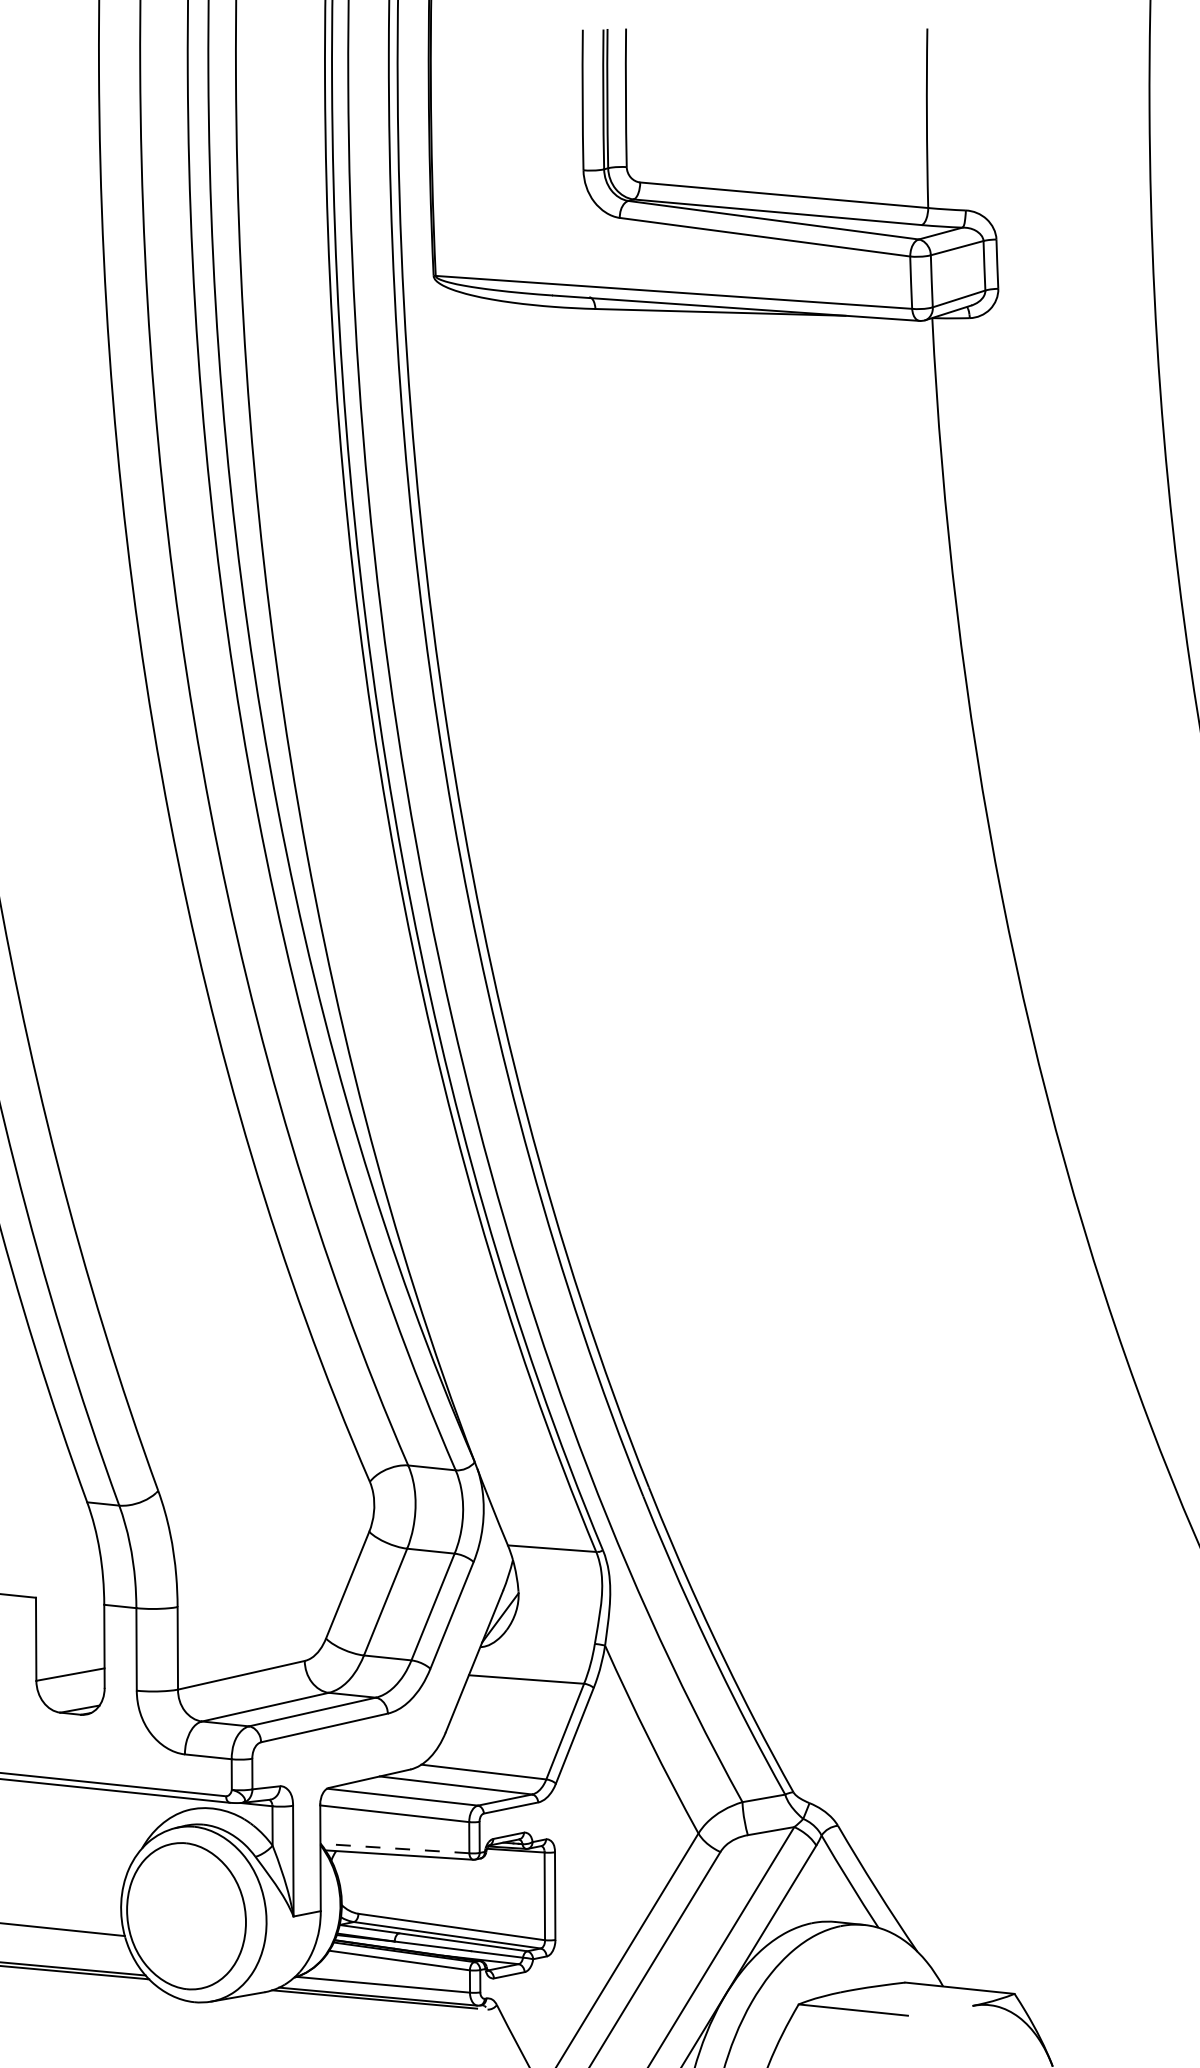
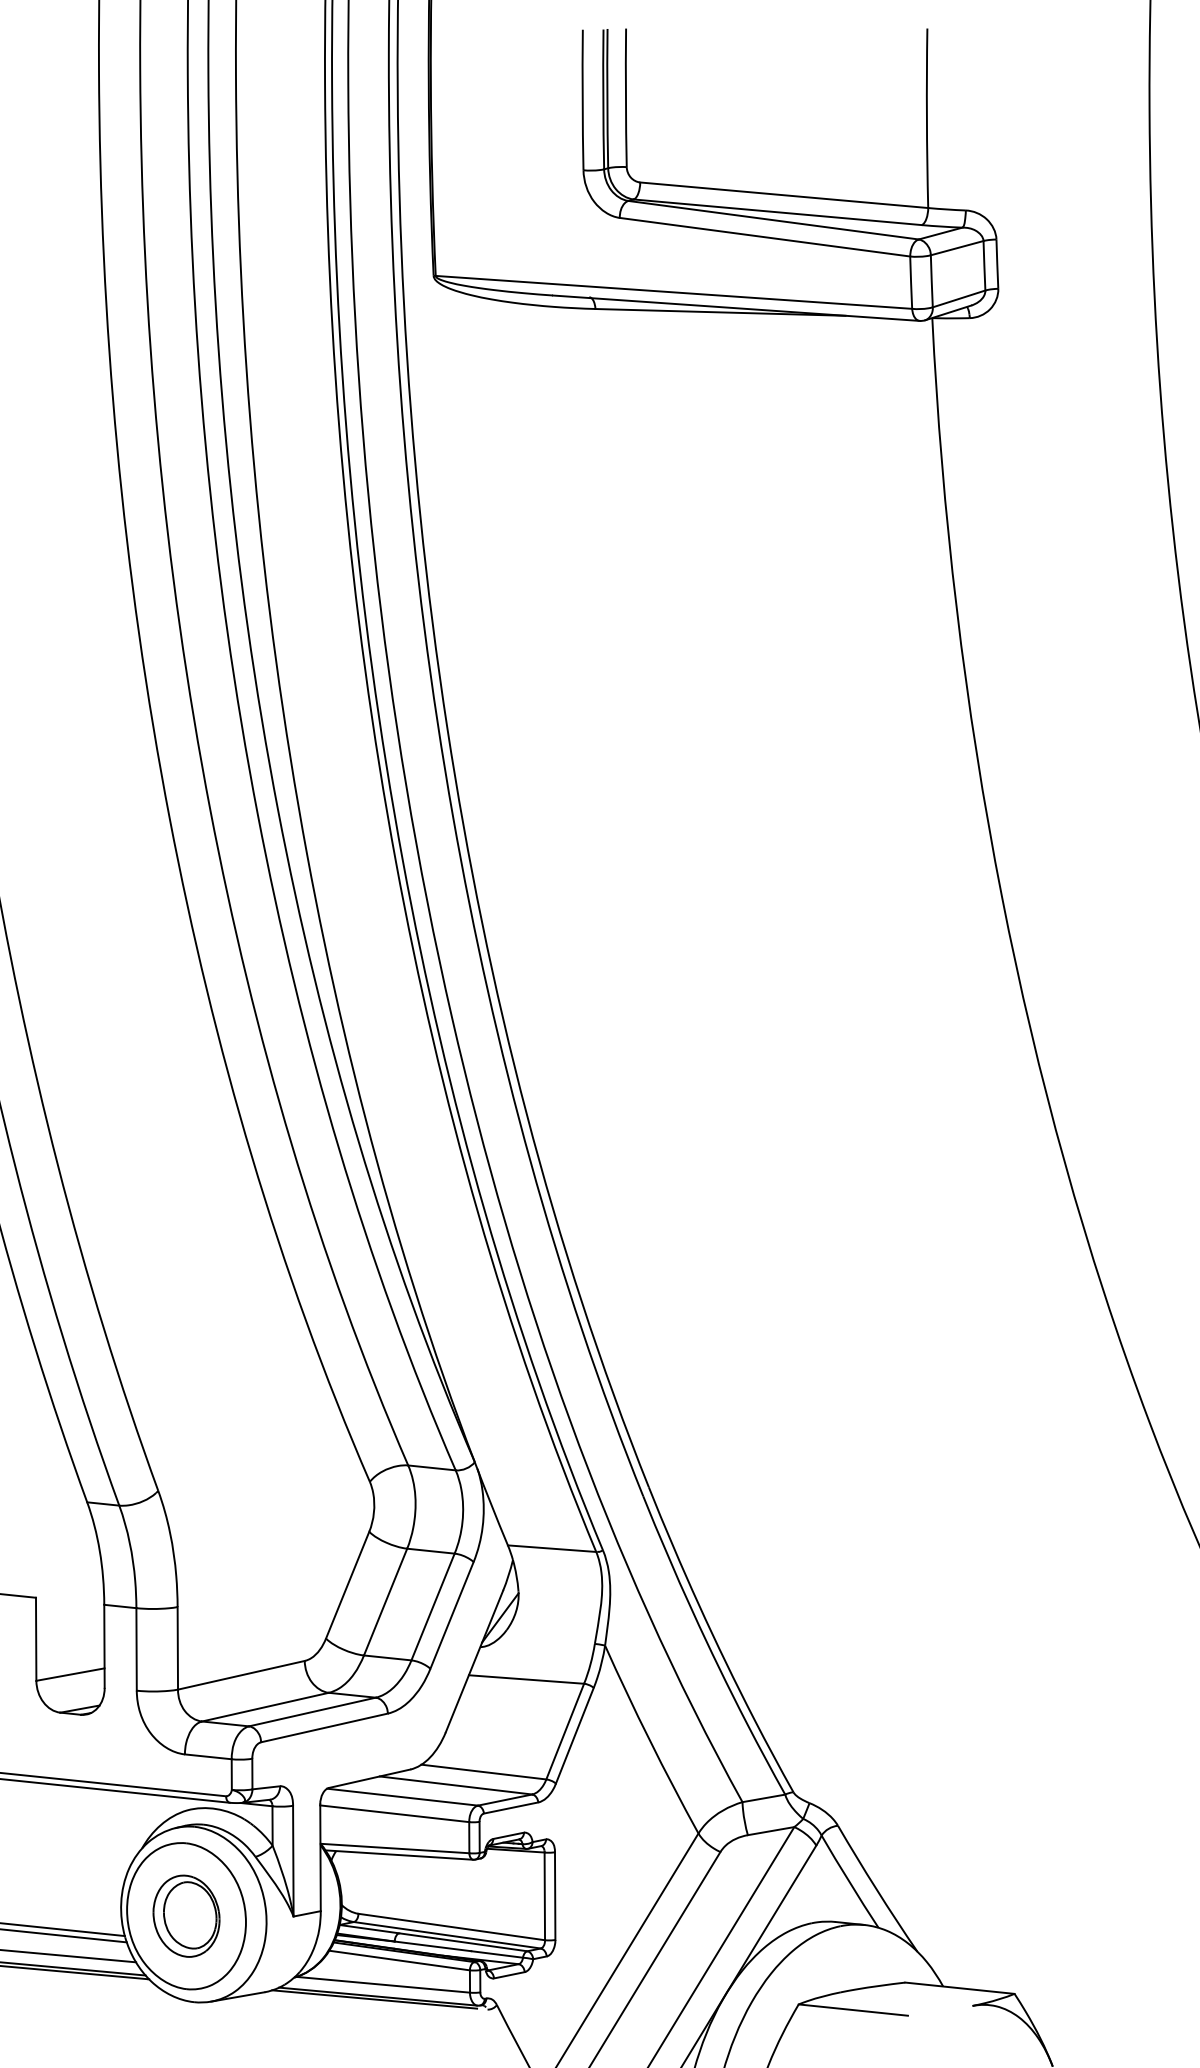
line at (394, 1848): dashed -> solid
part at (186, 1915): none -> present
line at (64, 1935): none -> present
line at (69, 1956): none -> present
